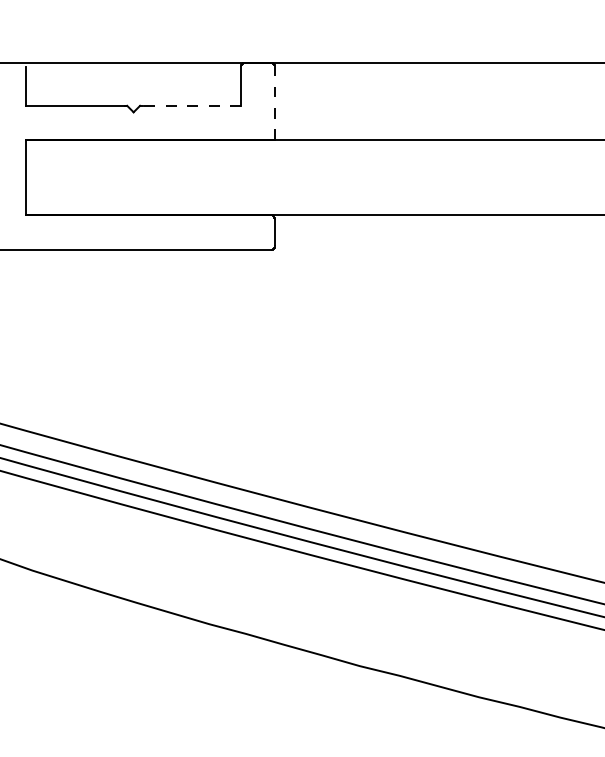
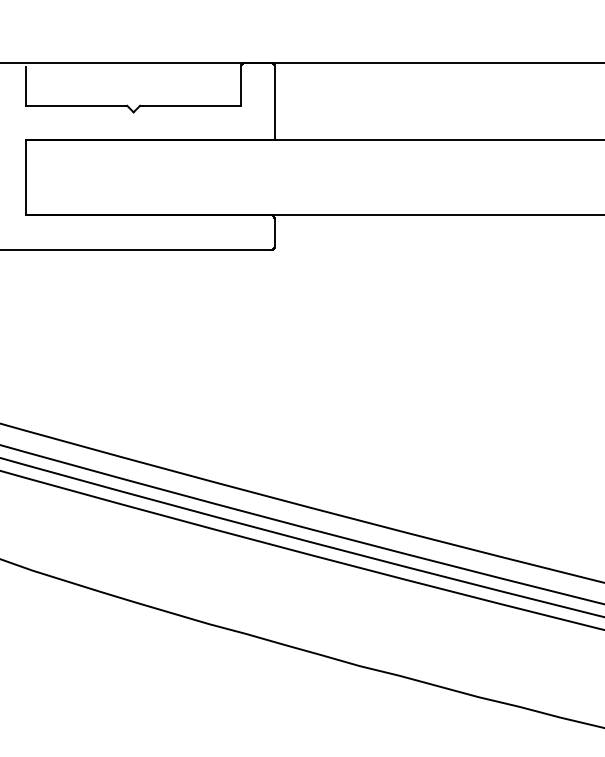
line at (275, 103): dashed -> solid
line at (190, 105): dashed -> solid
